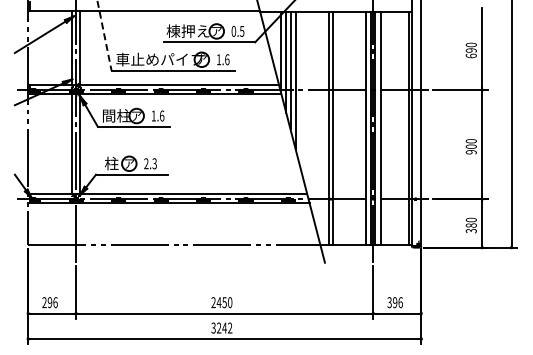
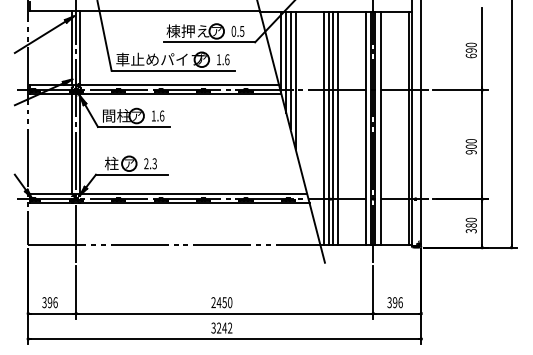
line at (104, 35): dashed -> solid
line at (323, 128): none -> present
line at (338, 128): none -> present
text at (44, 302): 296 -> 396
